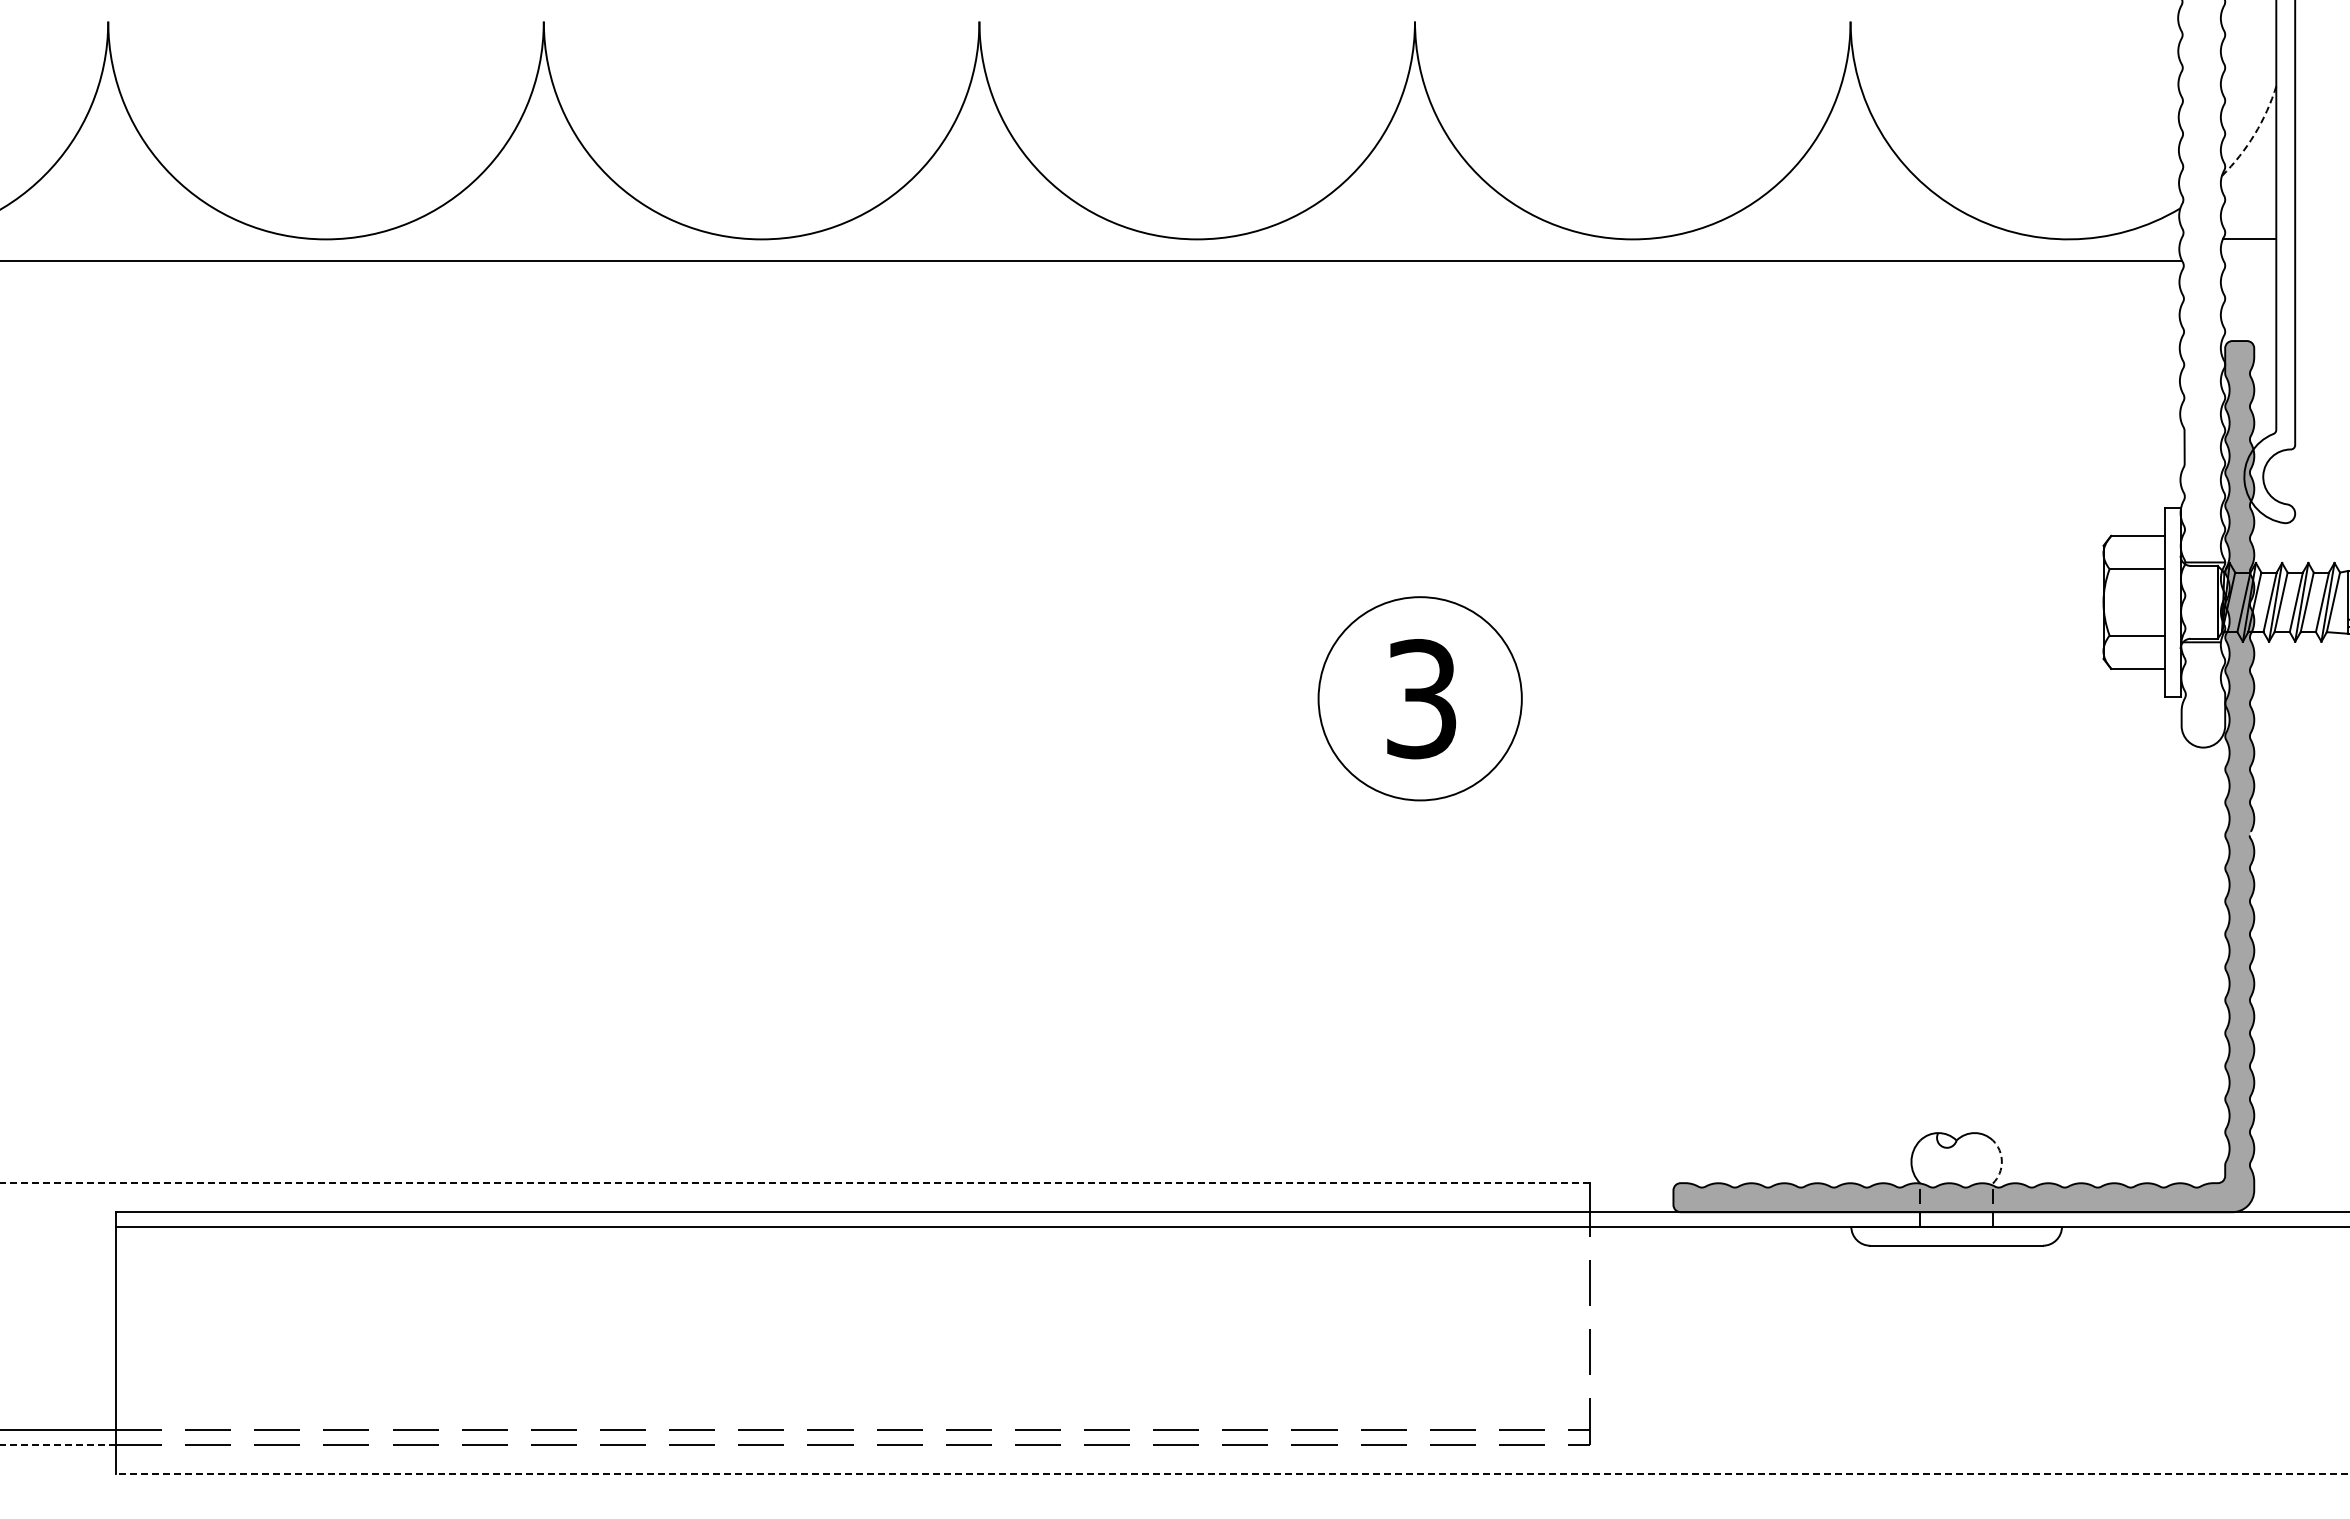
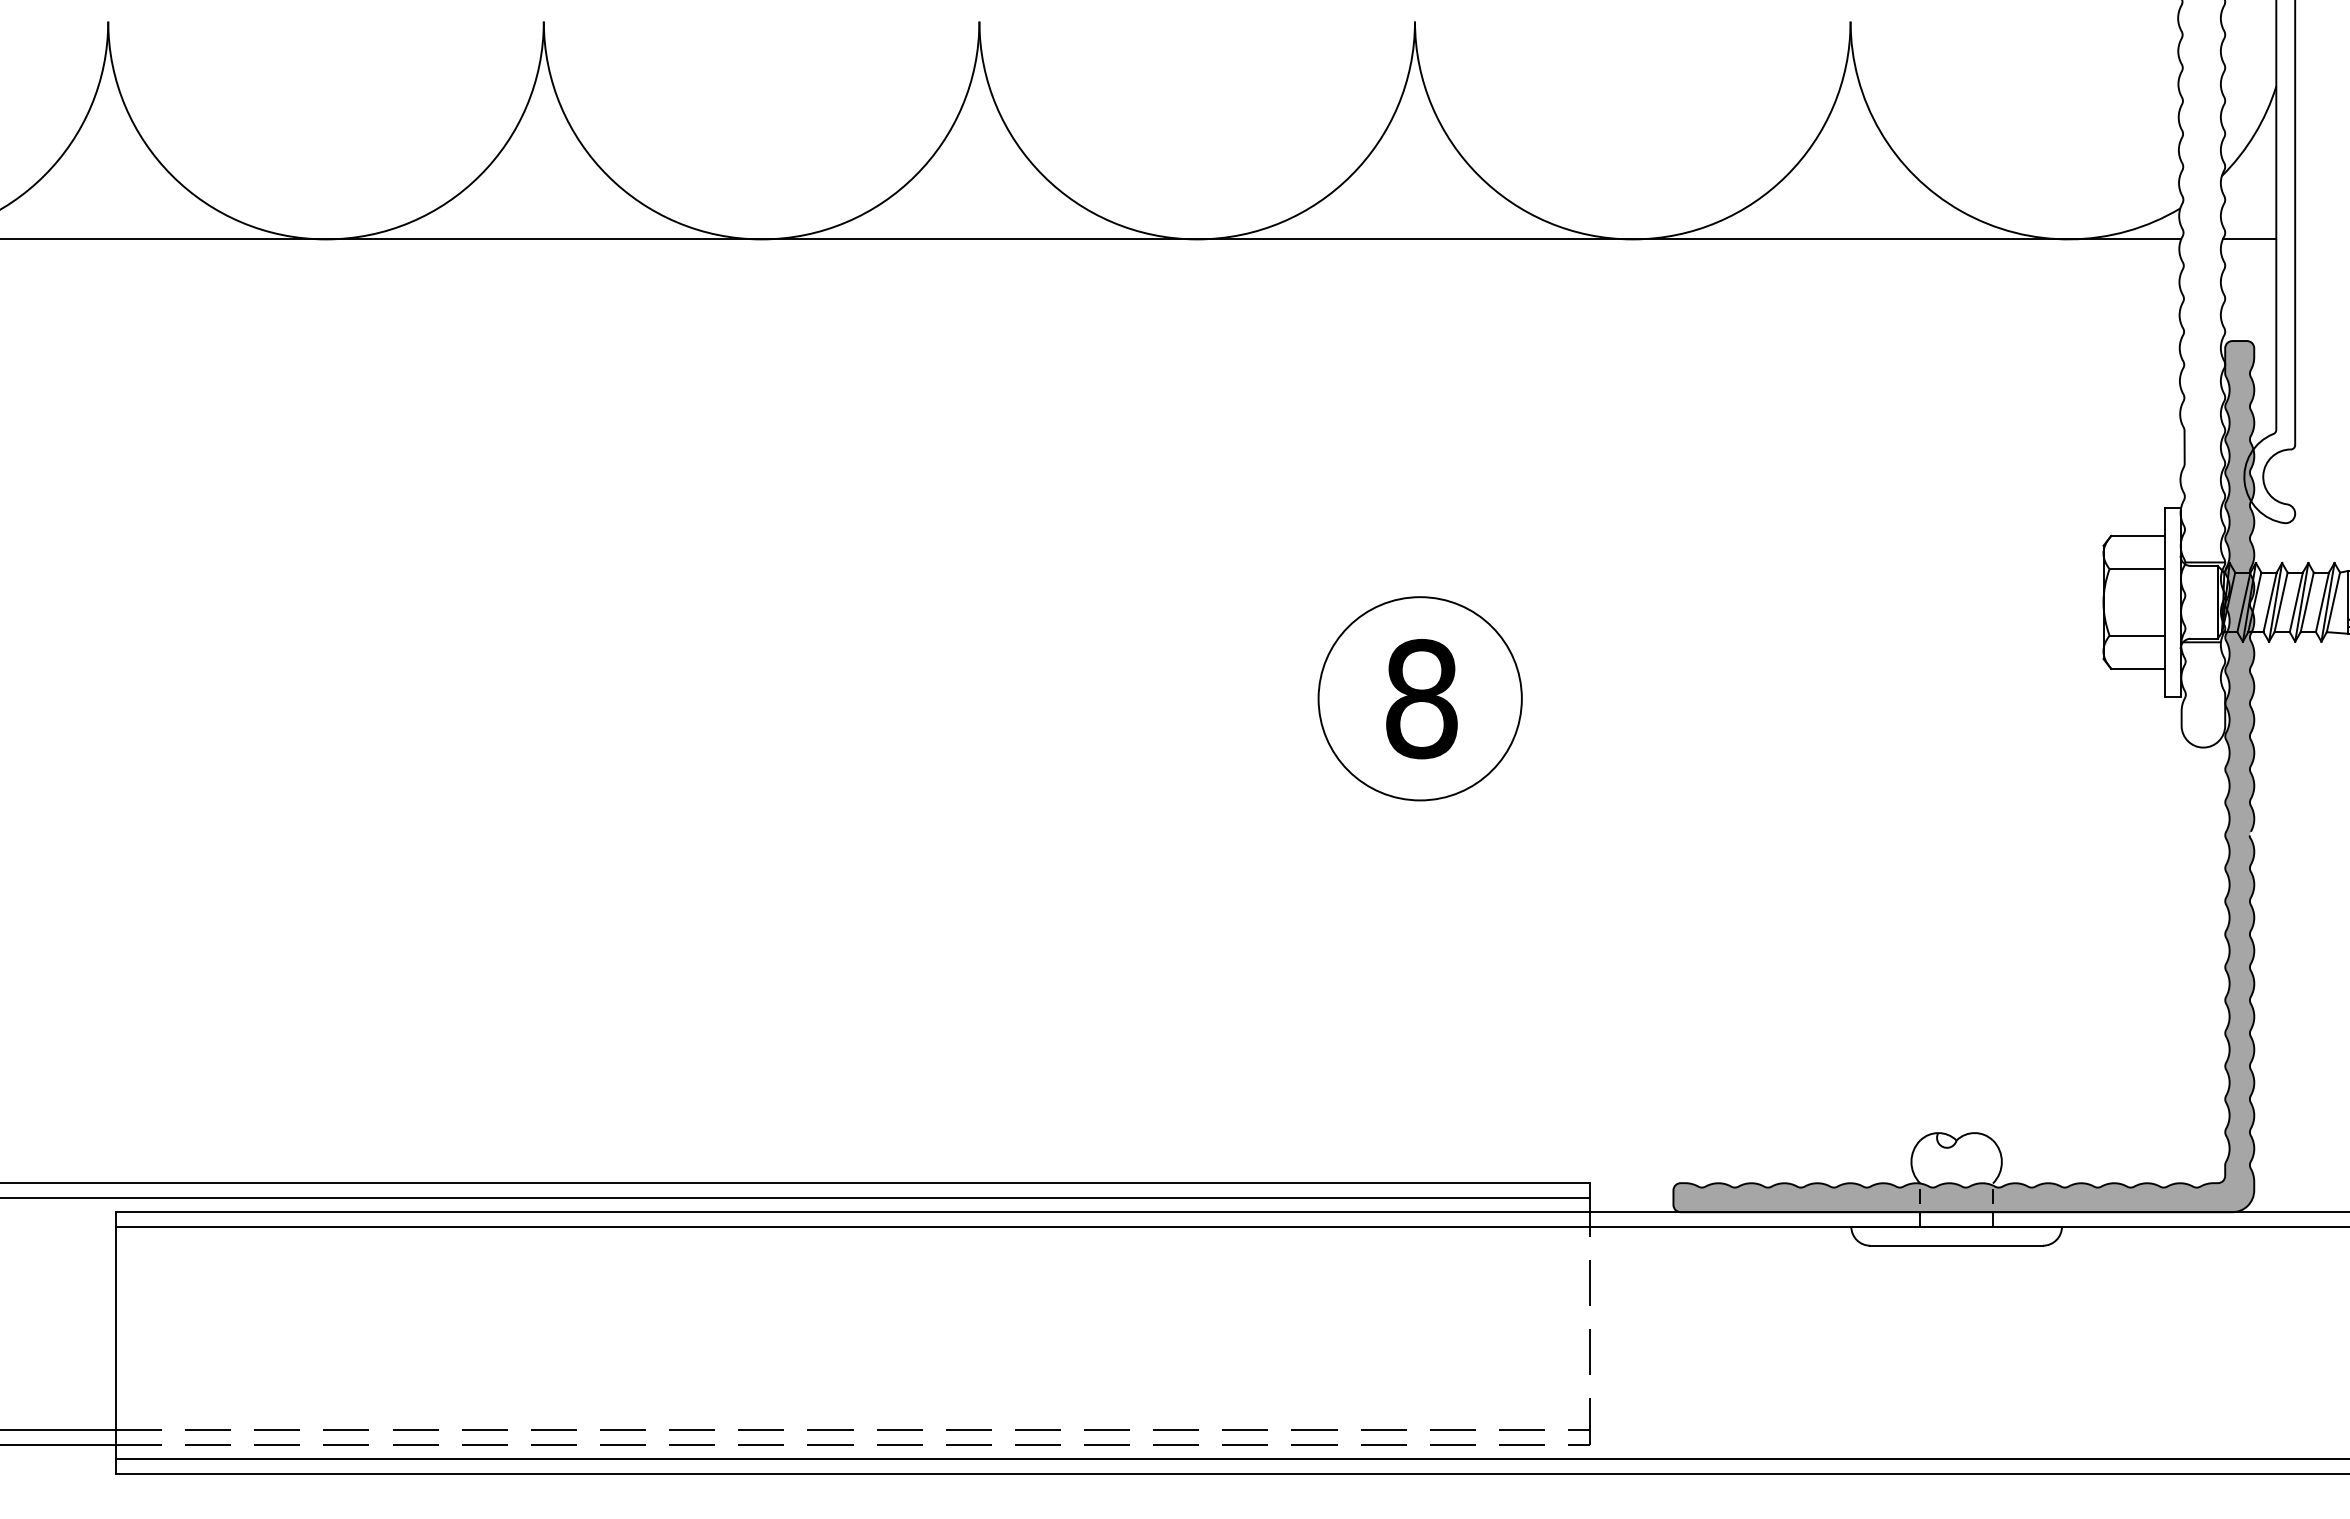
arc at (2254, 134): dashed -> solid
line at (1091, 261) position: (1091, 261) -> (1091, 239)
text at (1421, 699): 3 -> 8
arc at (2001, 1161): dashed -> solid
line at (795, 1183): dashed -> solid
line at (796, 1197): none -> present
line at (57, 1444): dashed -> solid
line at (1230, 1459): none -> present
line at (1232, 1473): dashed -> solid
